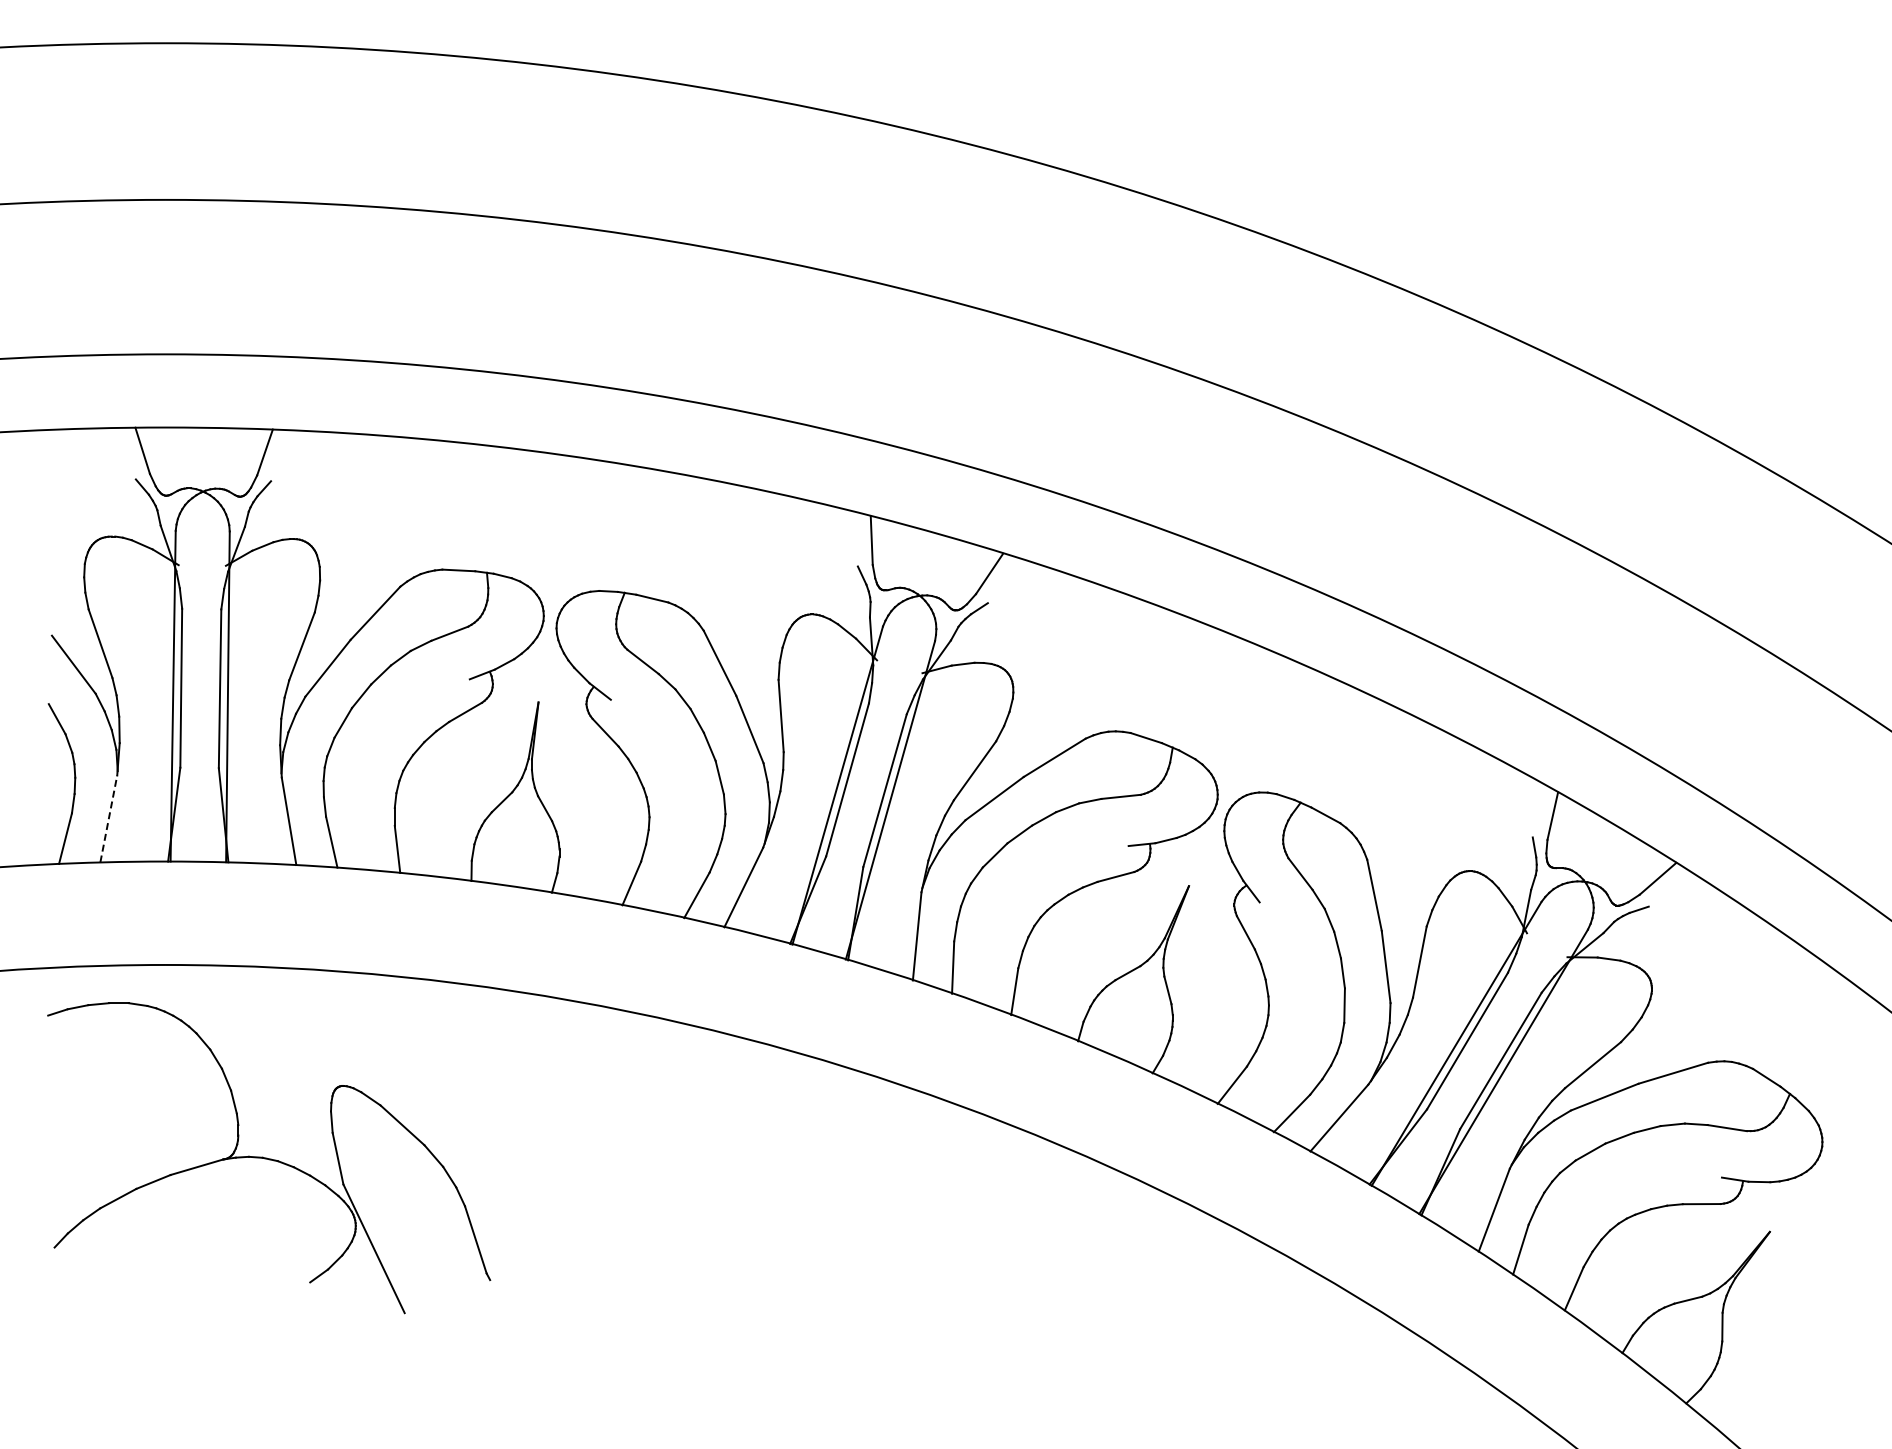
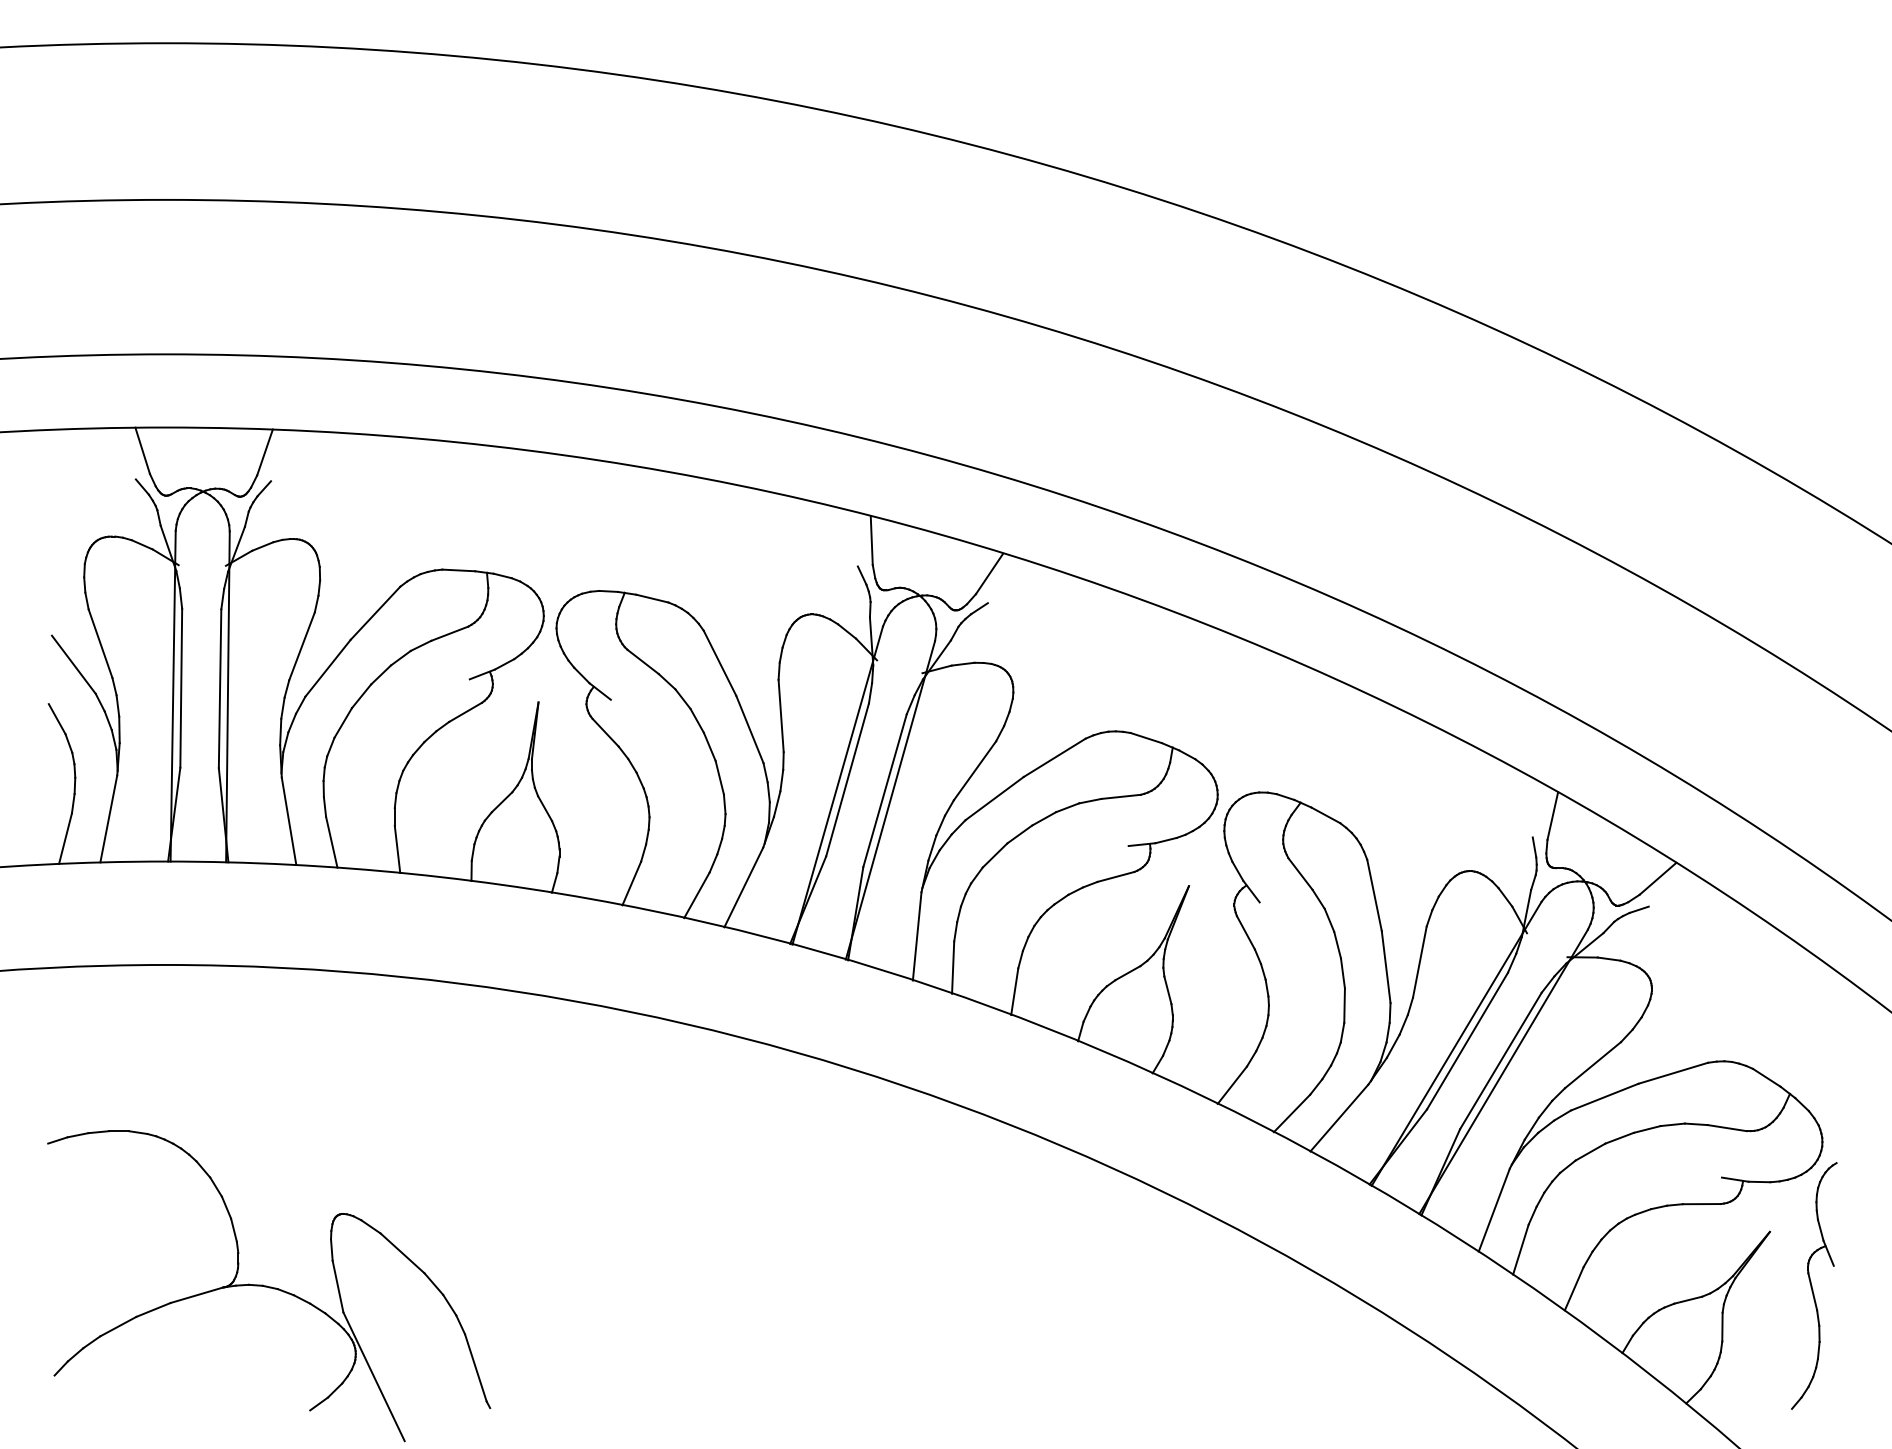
line at (108, 818): dashed -> solid
part at (269, 1158) position: (269, 1158) -> (269, 1286)
part at (1814, 1285): none -> present
